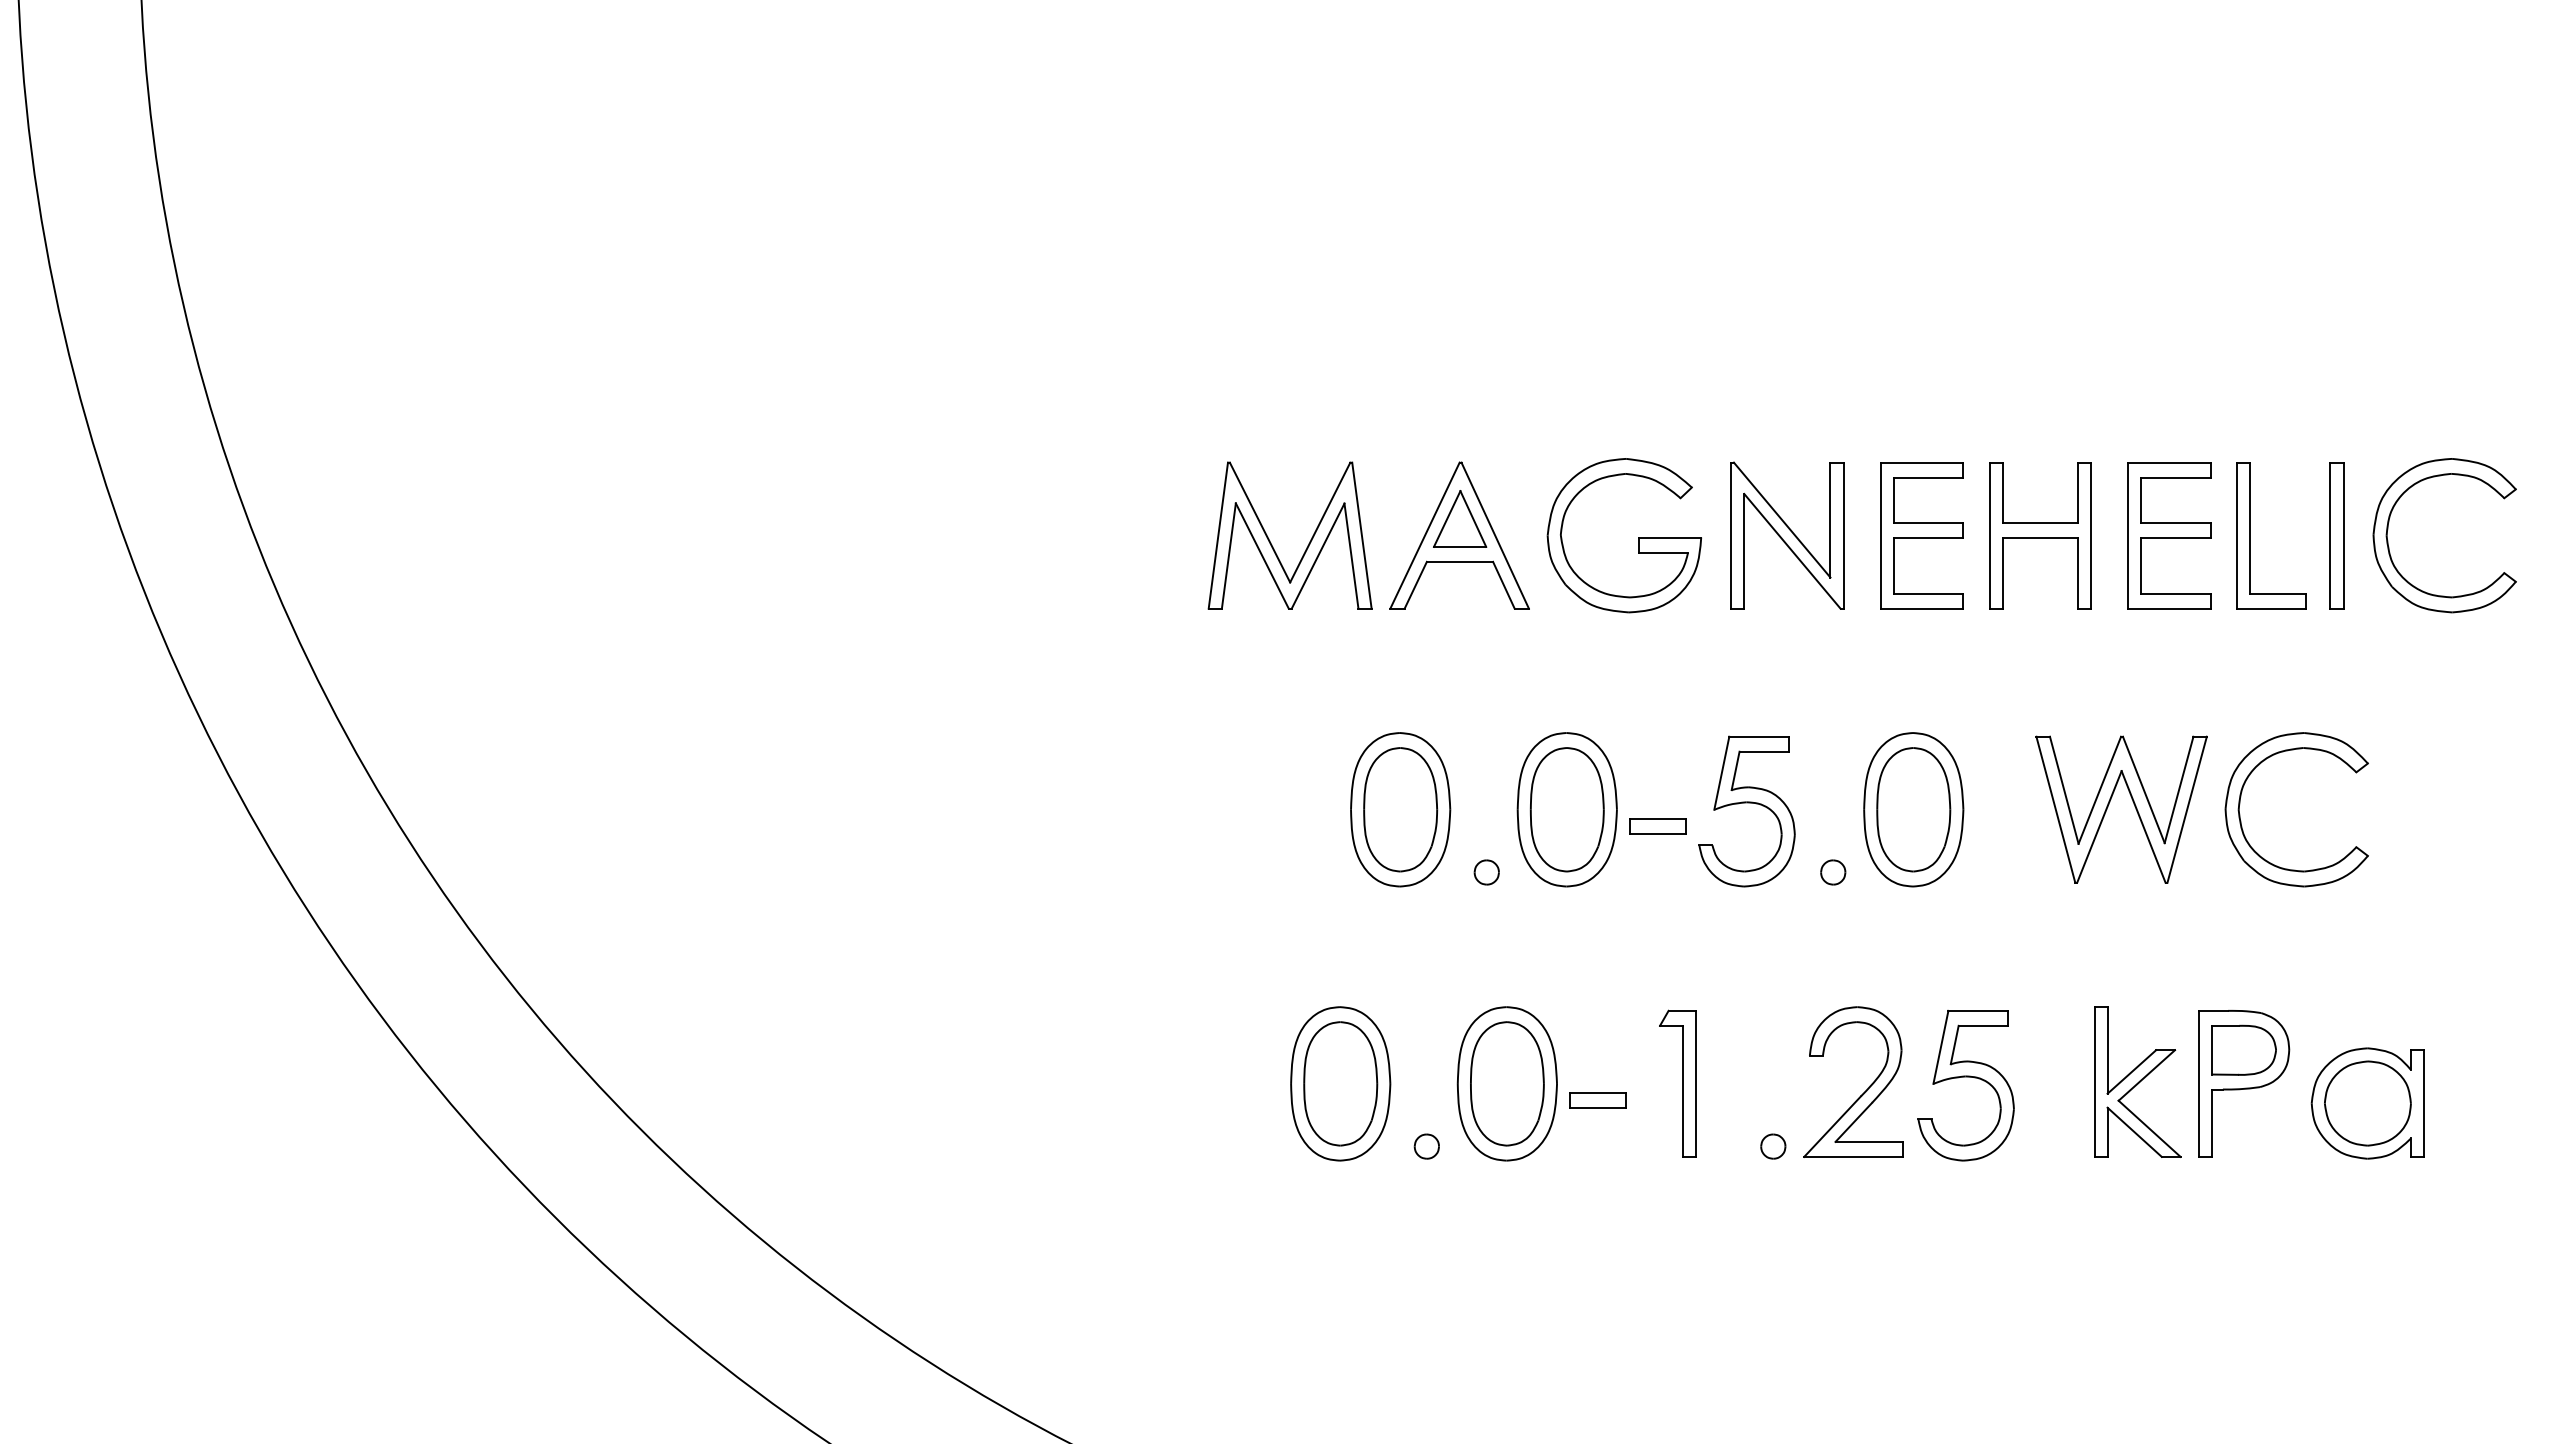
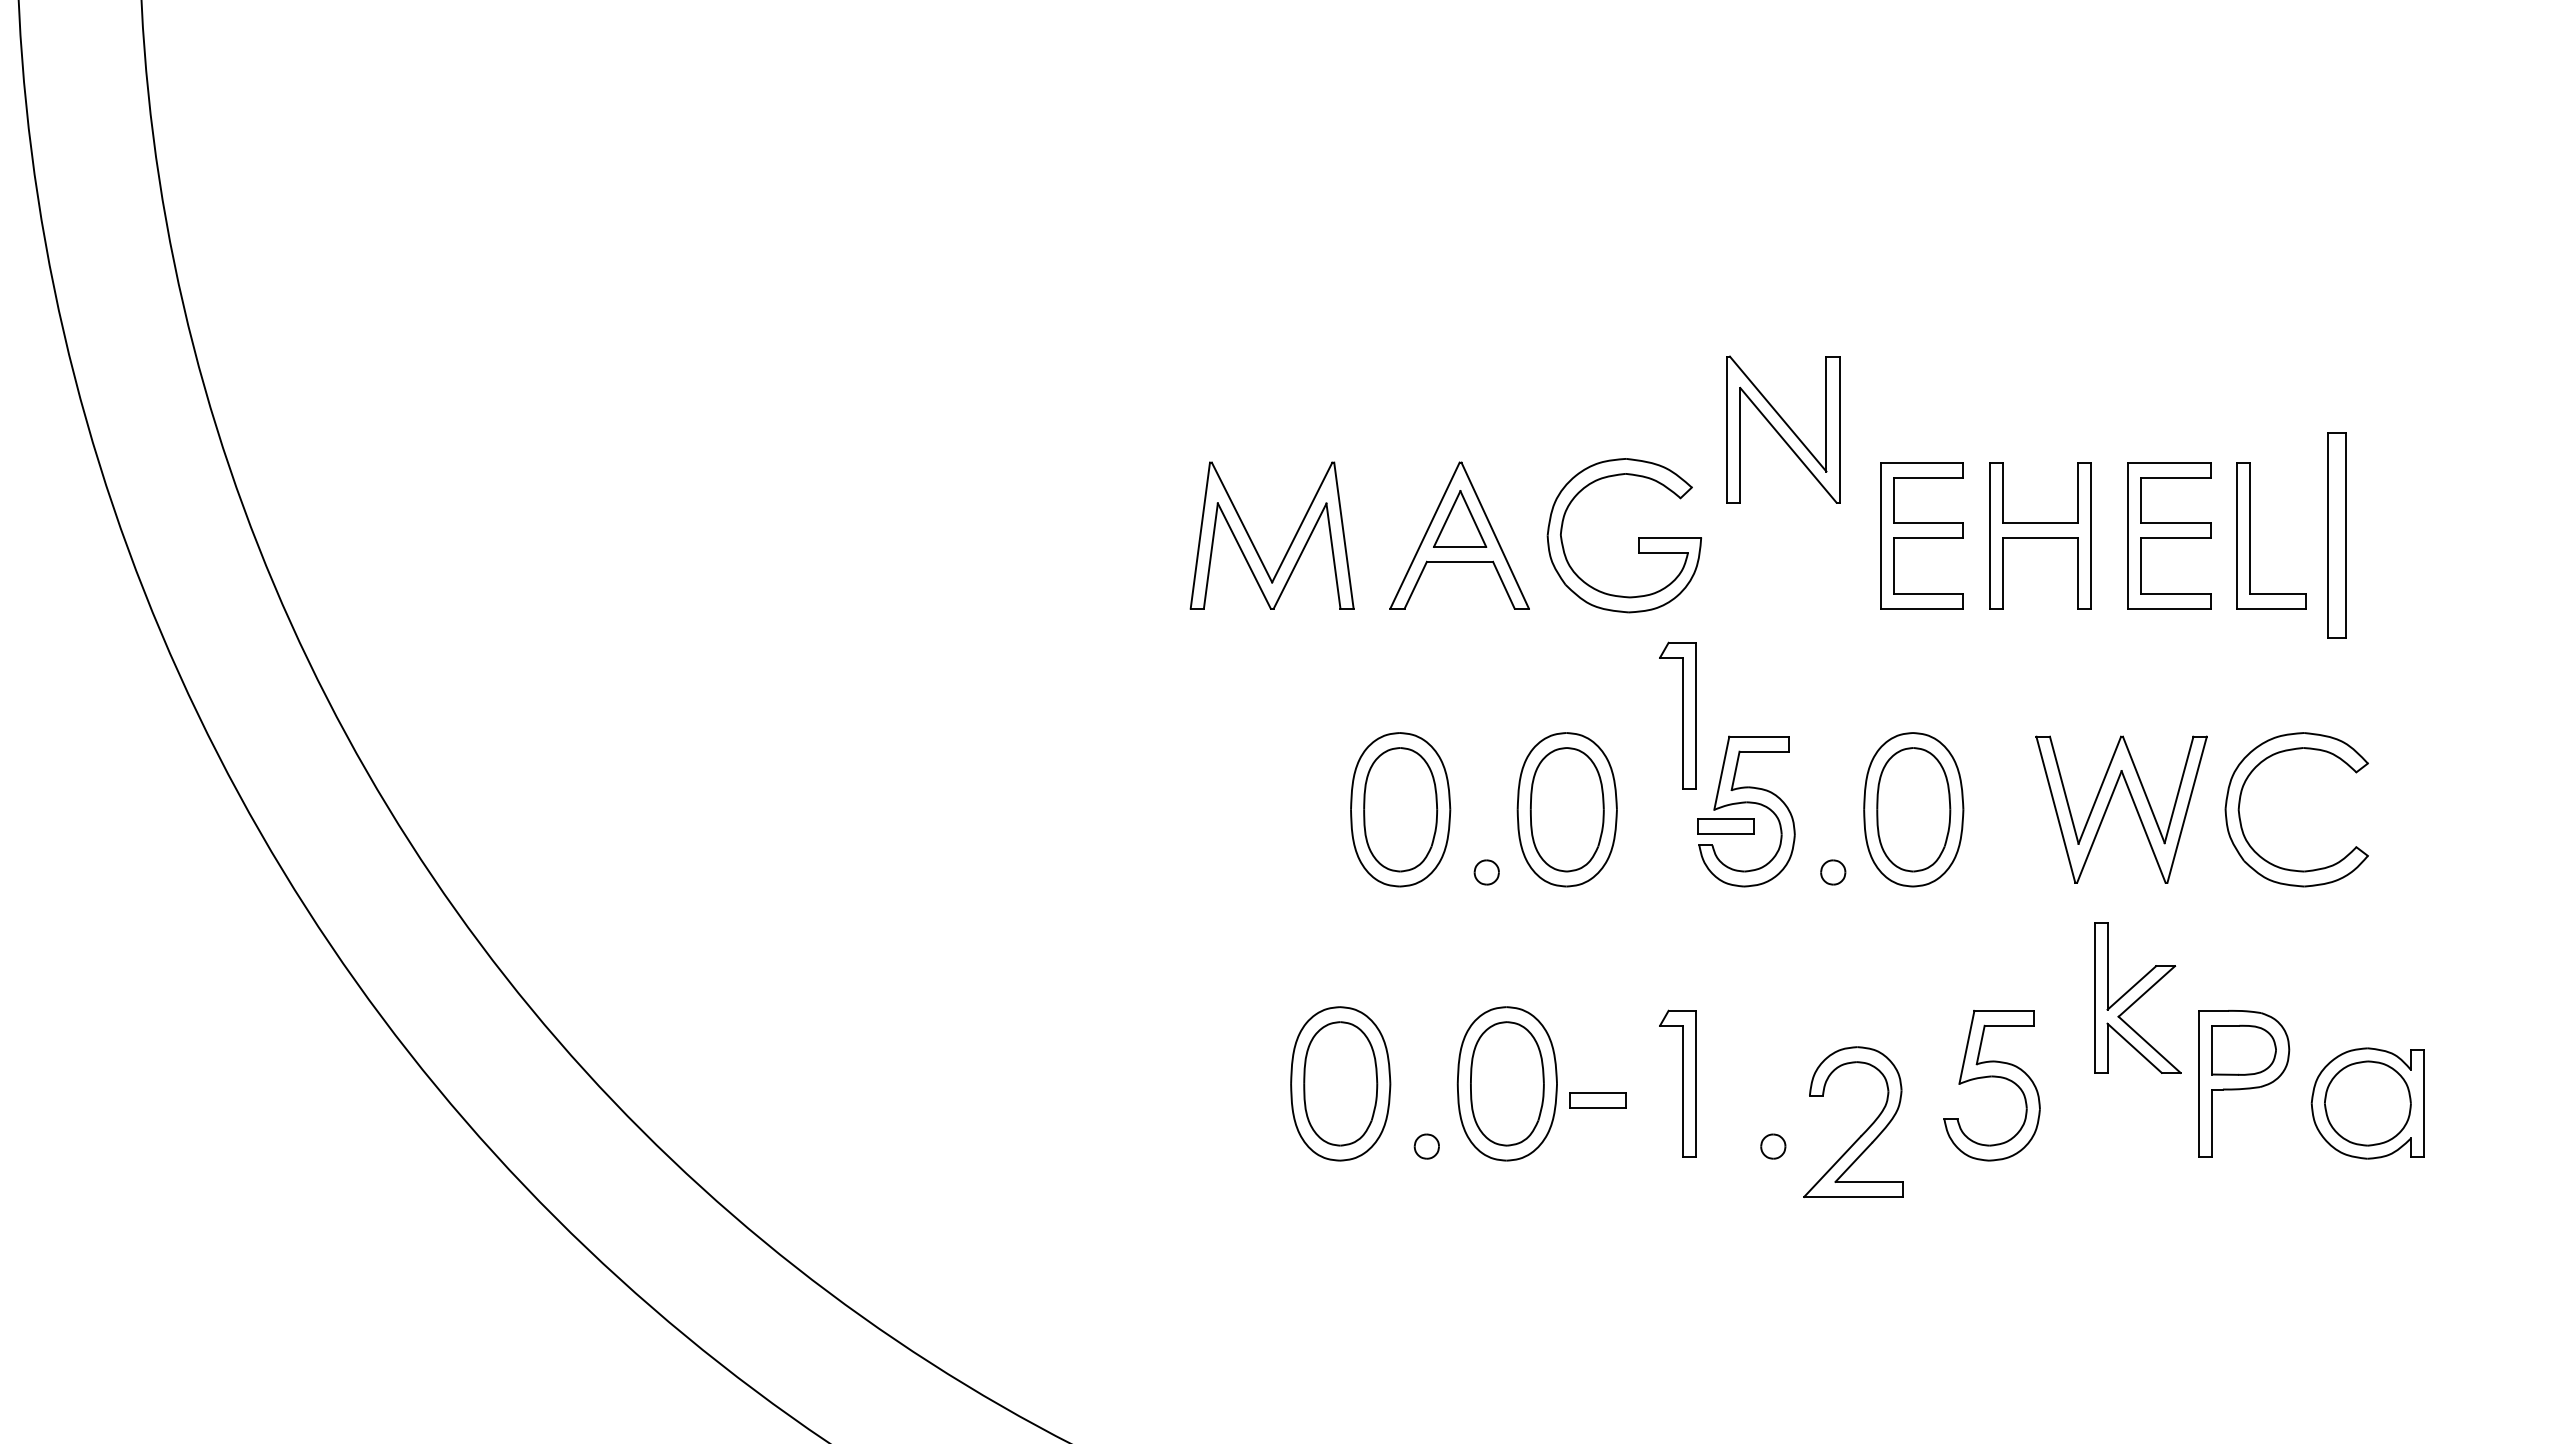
part at (1787, 535) position: (1787, 535) -> (1783, 429)
part at (2336, 535) size: 16x148 px -> 20x207 px
part at (2388, 540): present -> none
part at (1272, 544) position: (1272, 544) -> (1254, 544)
part at (1677, 715): none -> present
part at (1657, 826) position: (1657, 826) -> (1725, 826)
part at (1965, 1077) position: (1965, 1077) -> (1991, 1077)
part at (2137, 1081) position: (2137, 1081) -> (2137, 997)
part at (1864, 1091) position: (1864, 1091) -> (1864, 1131)
